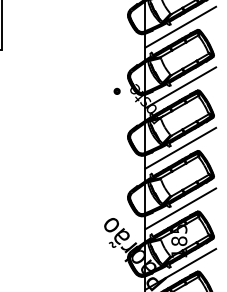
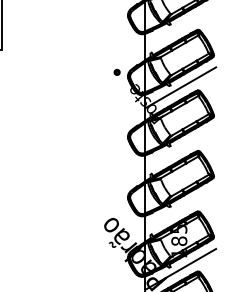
line at (180, 26): present -> none
part at (116, 90) position: (116, 90) -> (116, 71)
line at (180, 147): present -> none
line at (180, 208): present -> none
